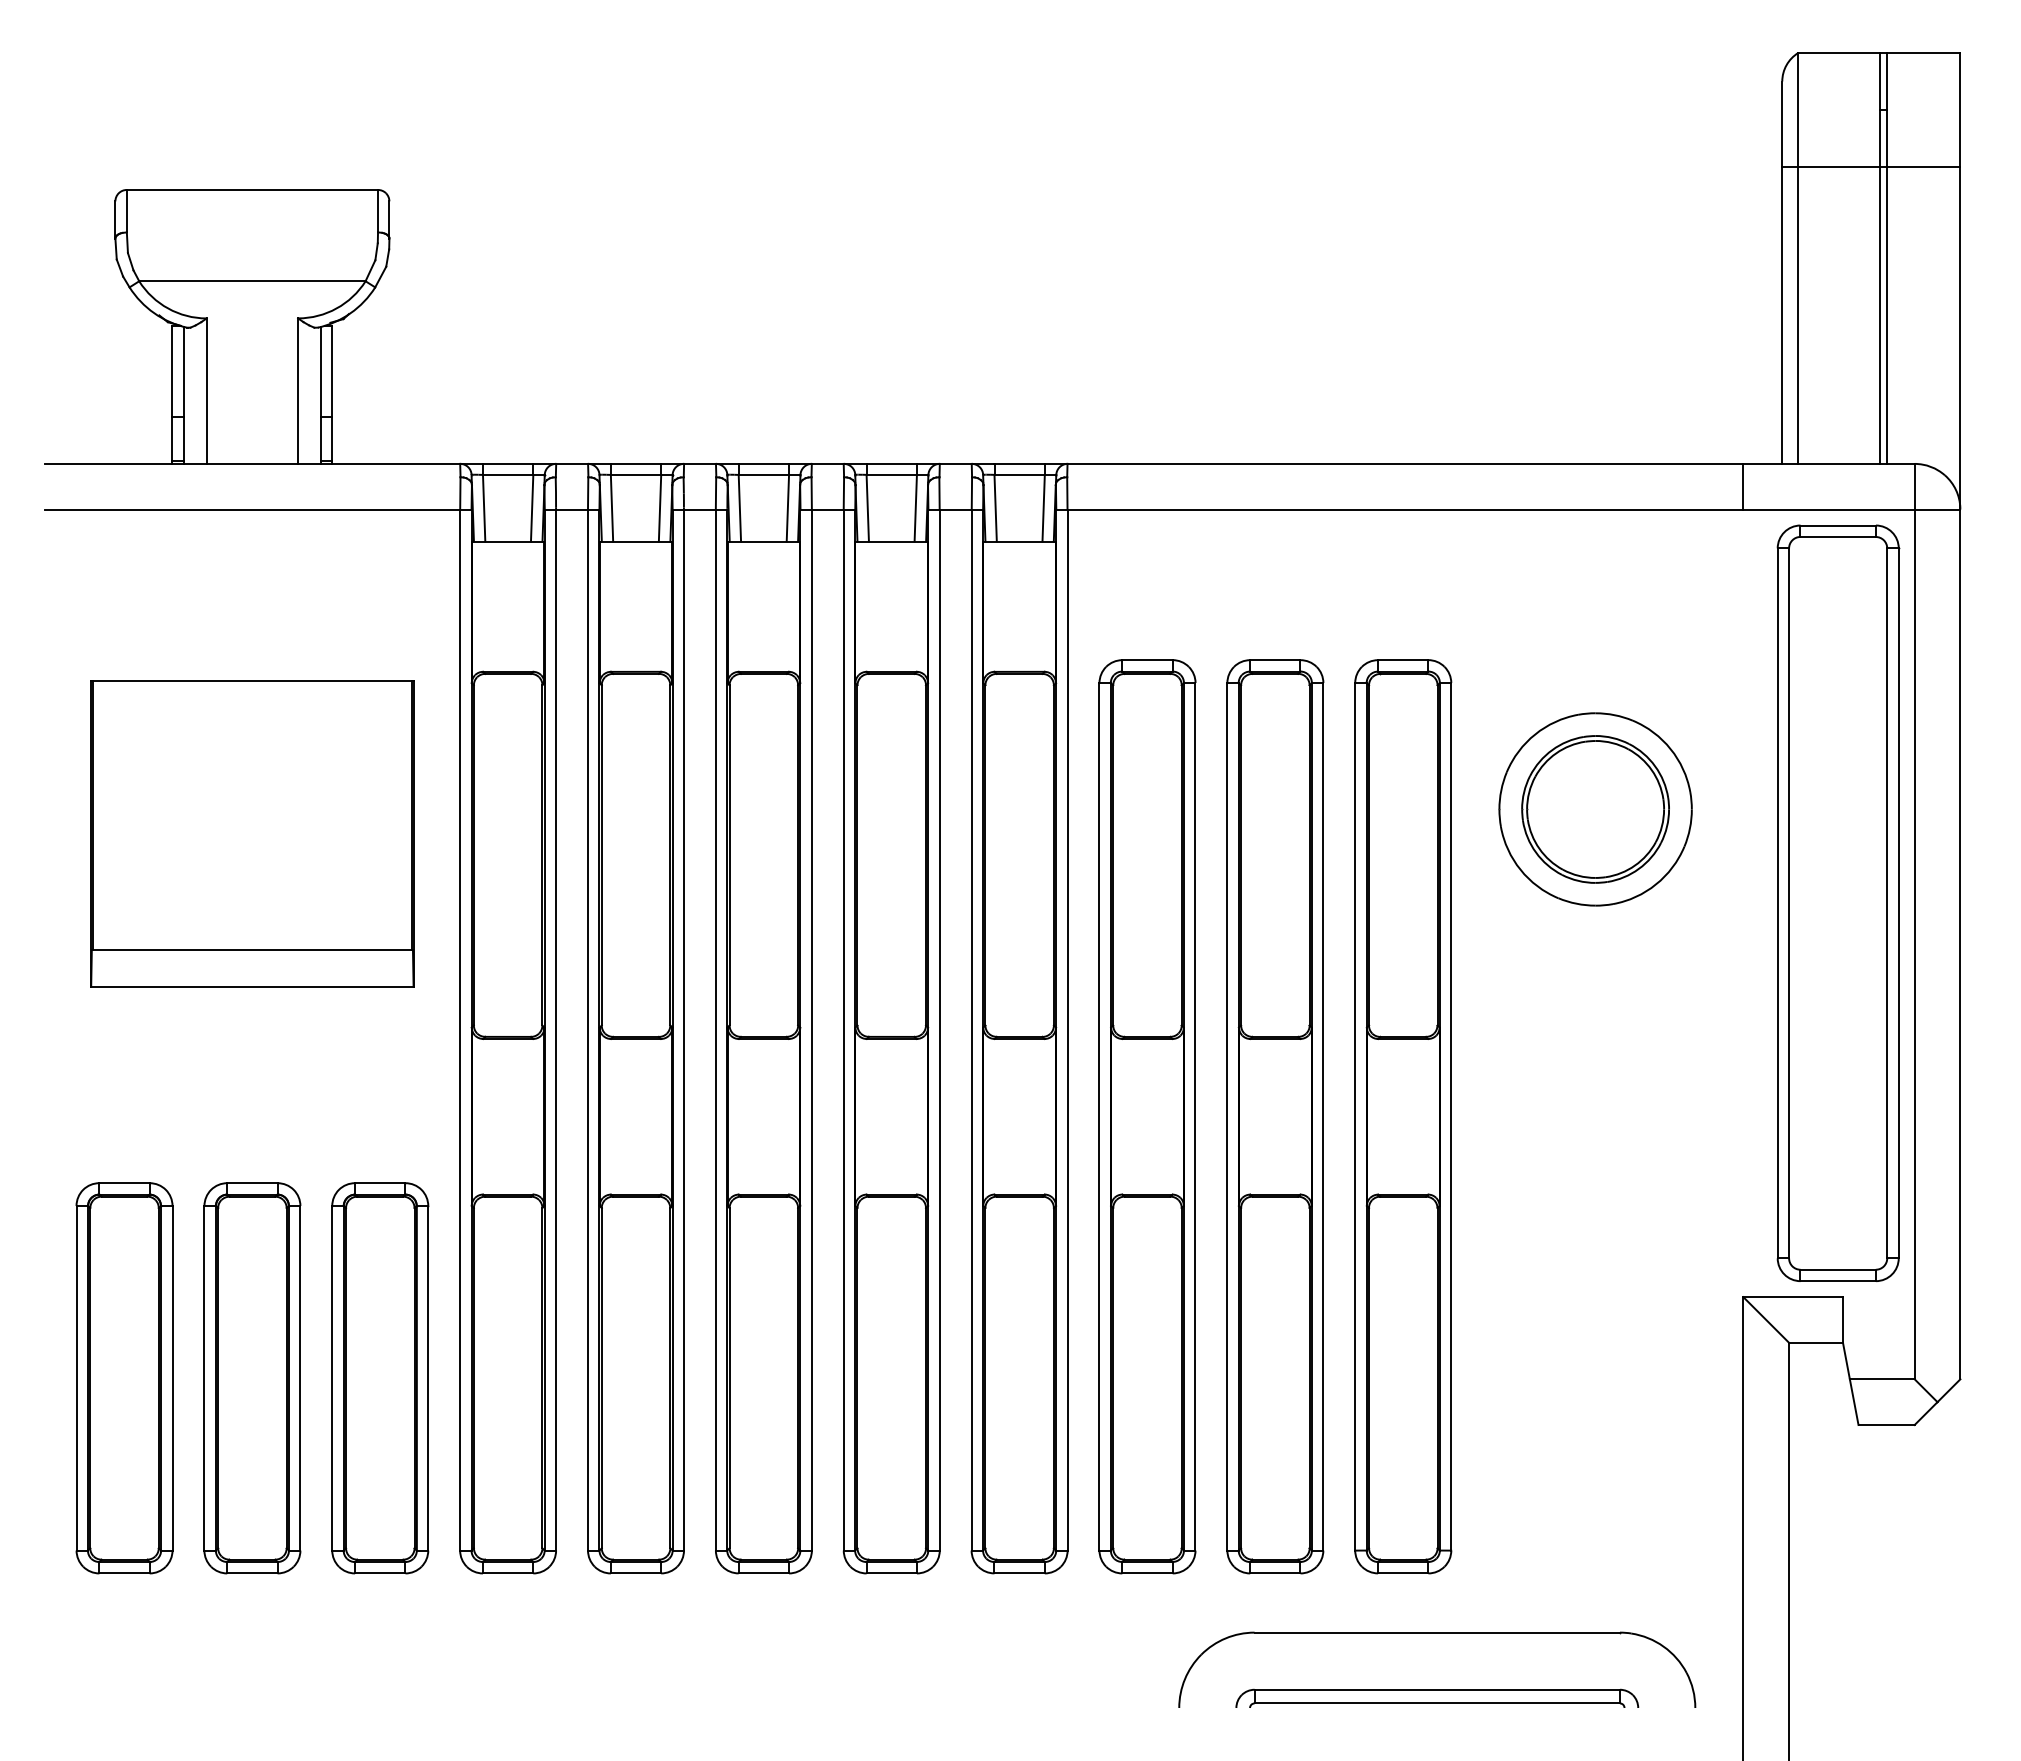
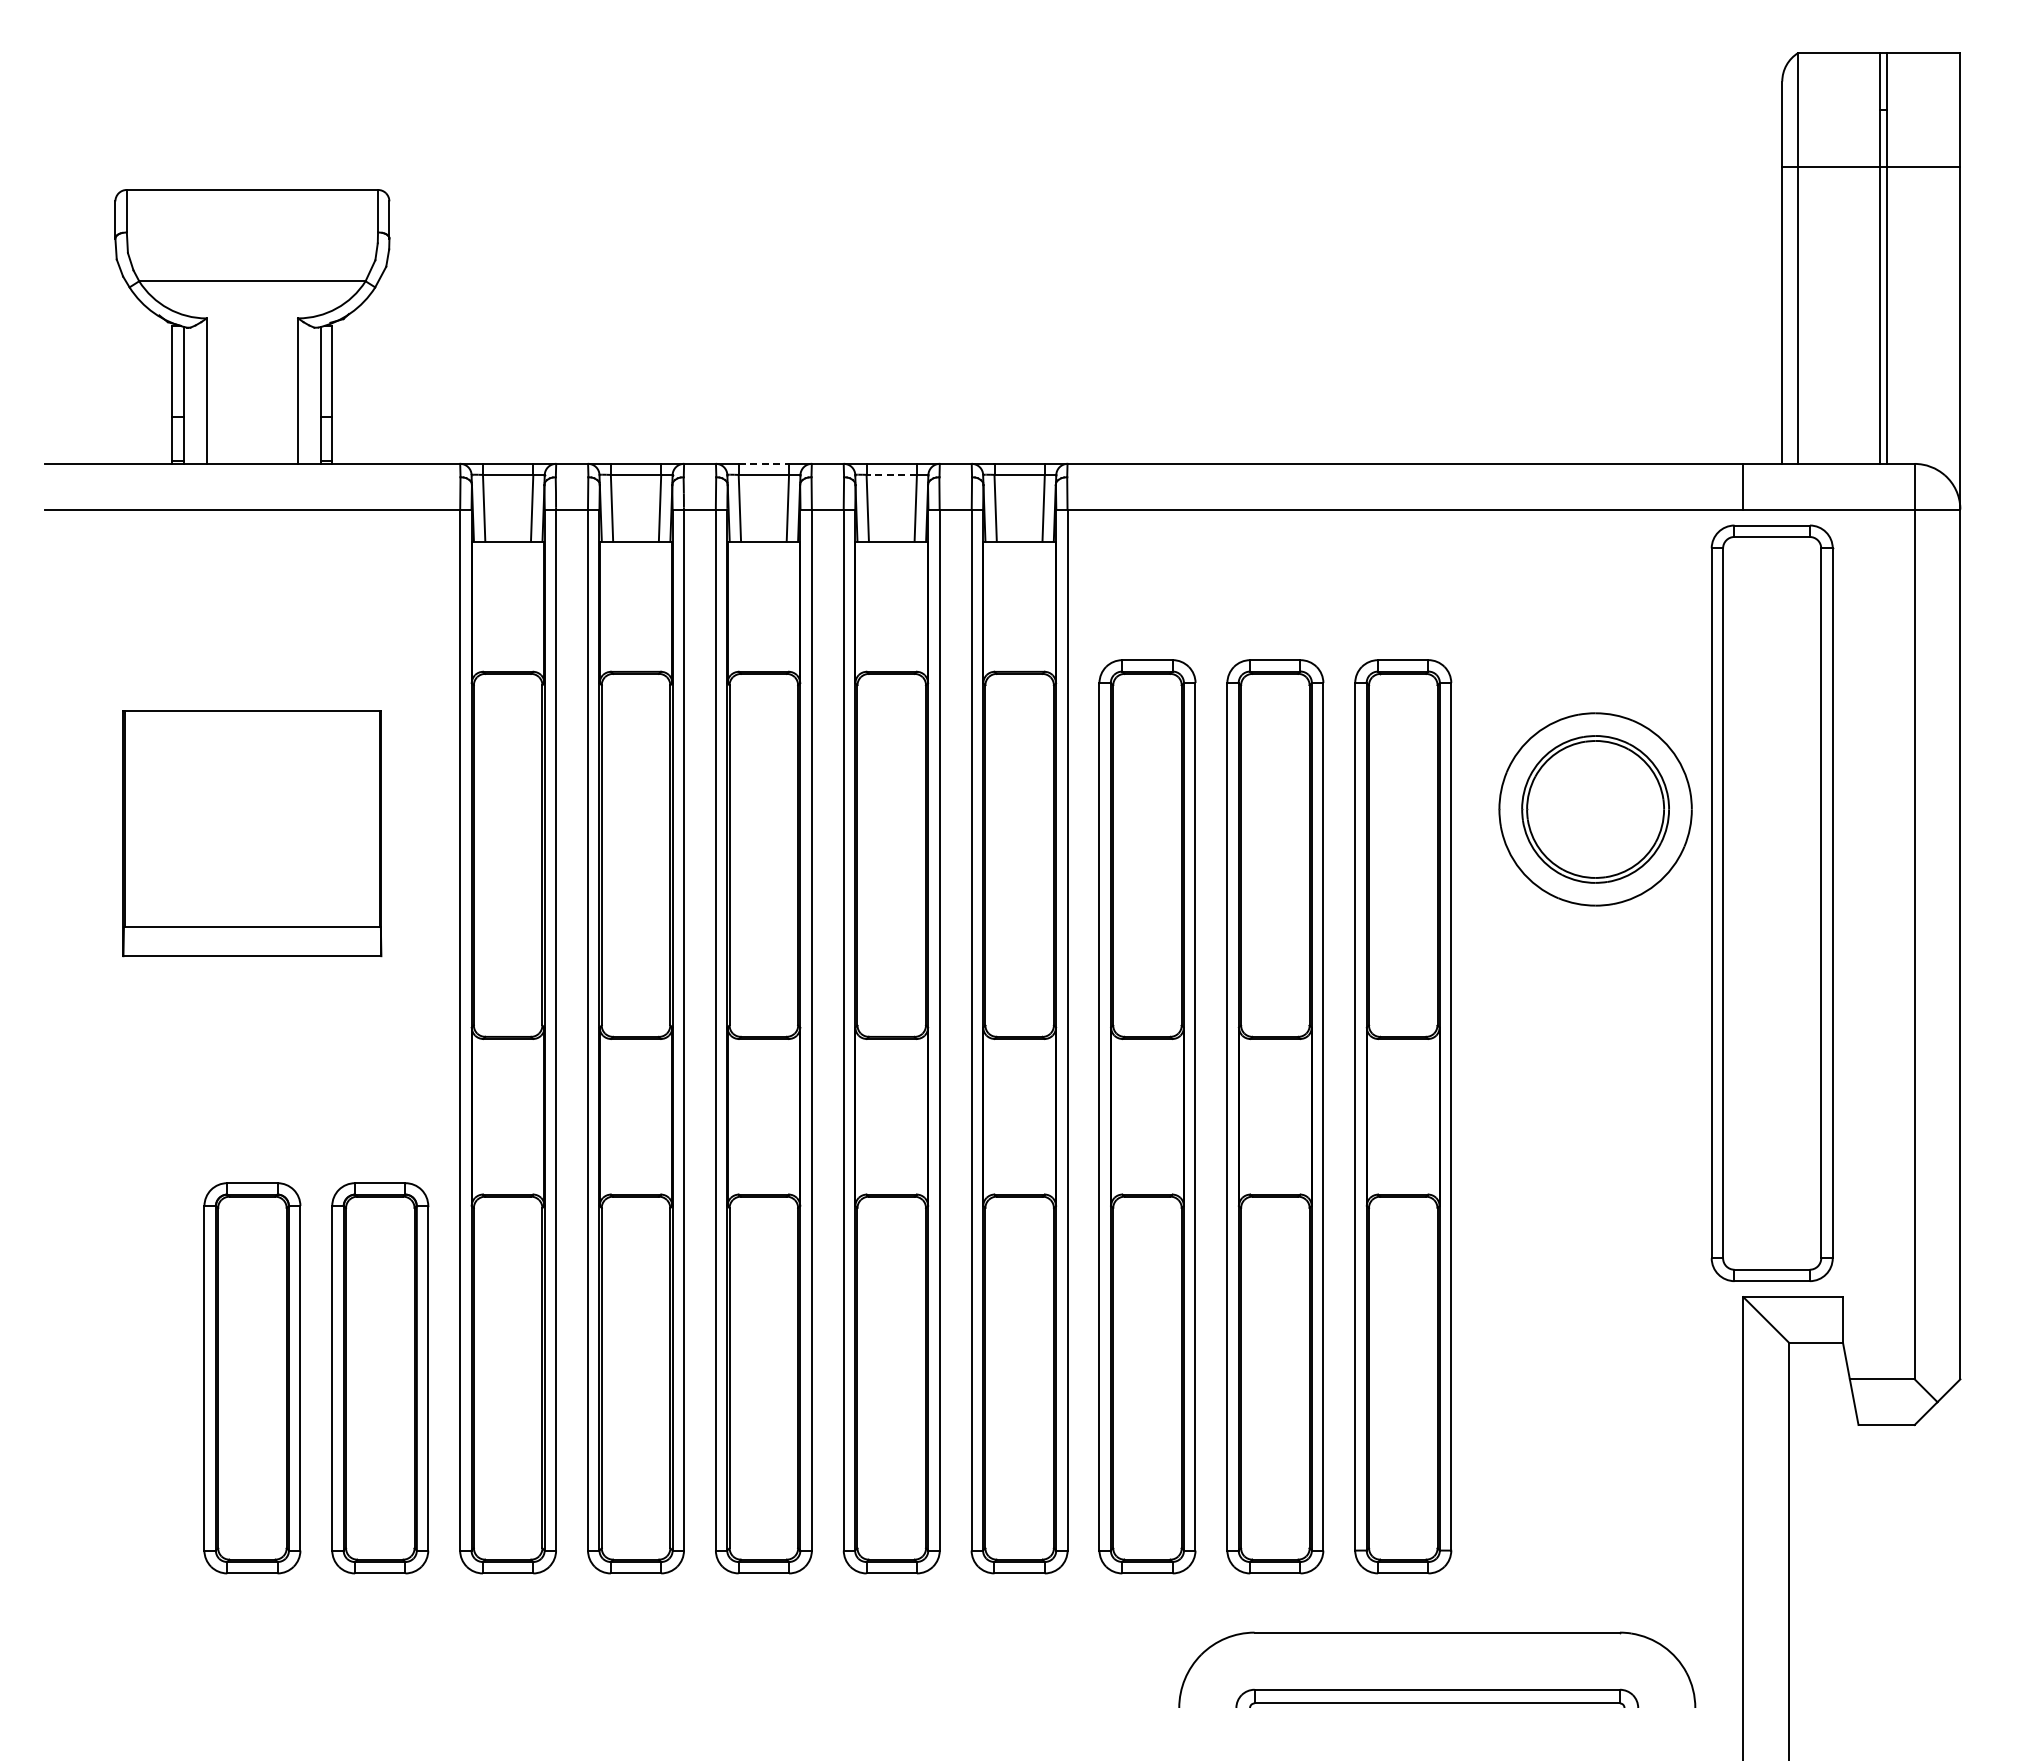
line at (764, 463): solid -> dashed
line at (891, 474): solid -> dashed
part at (252, 833) size: 325x308 px -> 261x248 px
part at (1838, 902) position: (1838, 902) -> (1772, 902)
part at (124, 1378): present -> none
